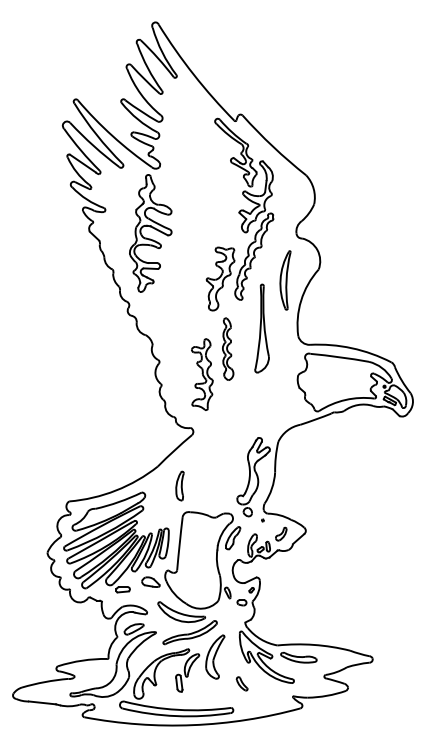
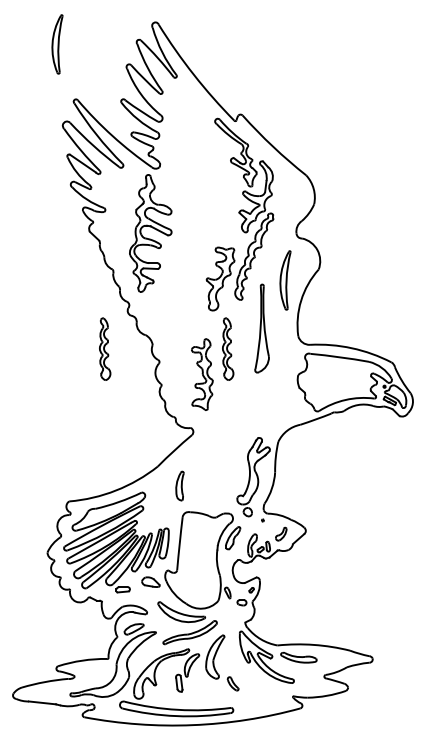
part at (57, 44): none -> present
part at (105, 348): none -> present
part at (241, 683) position: (241, 683) -> (232, 683)
